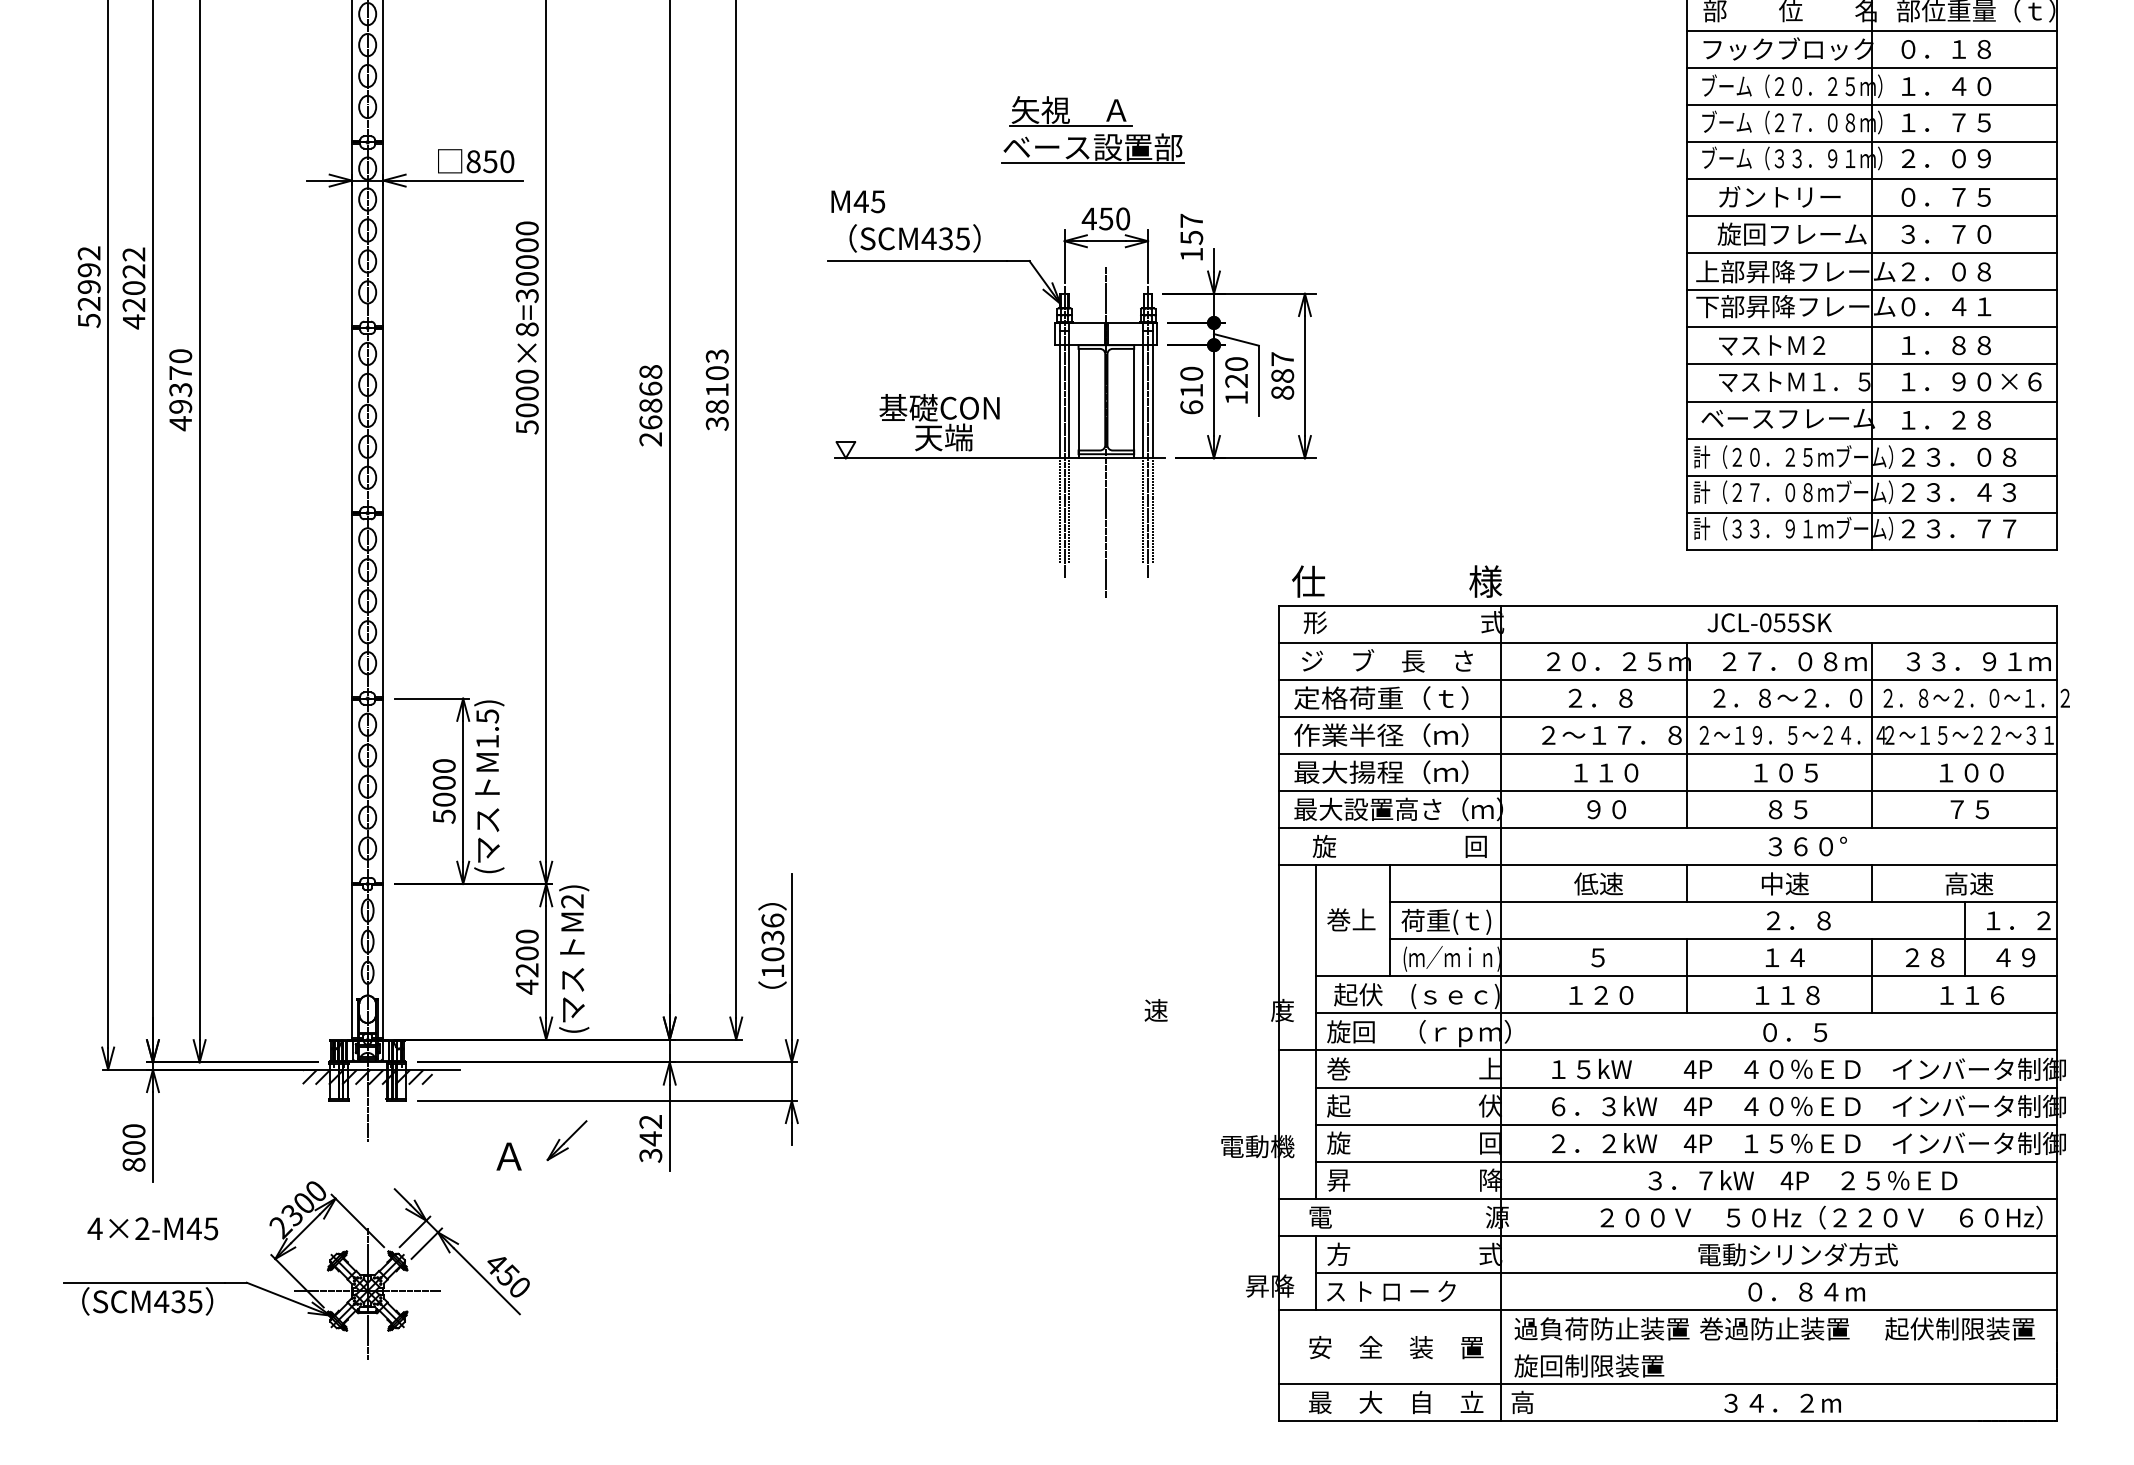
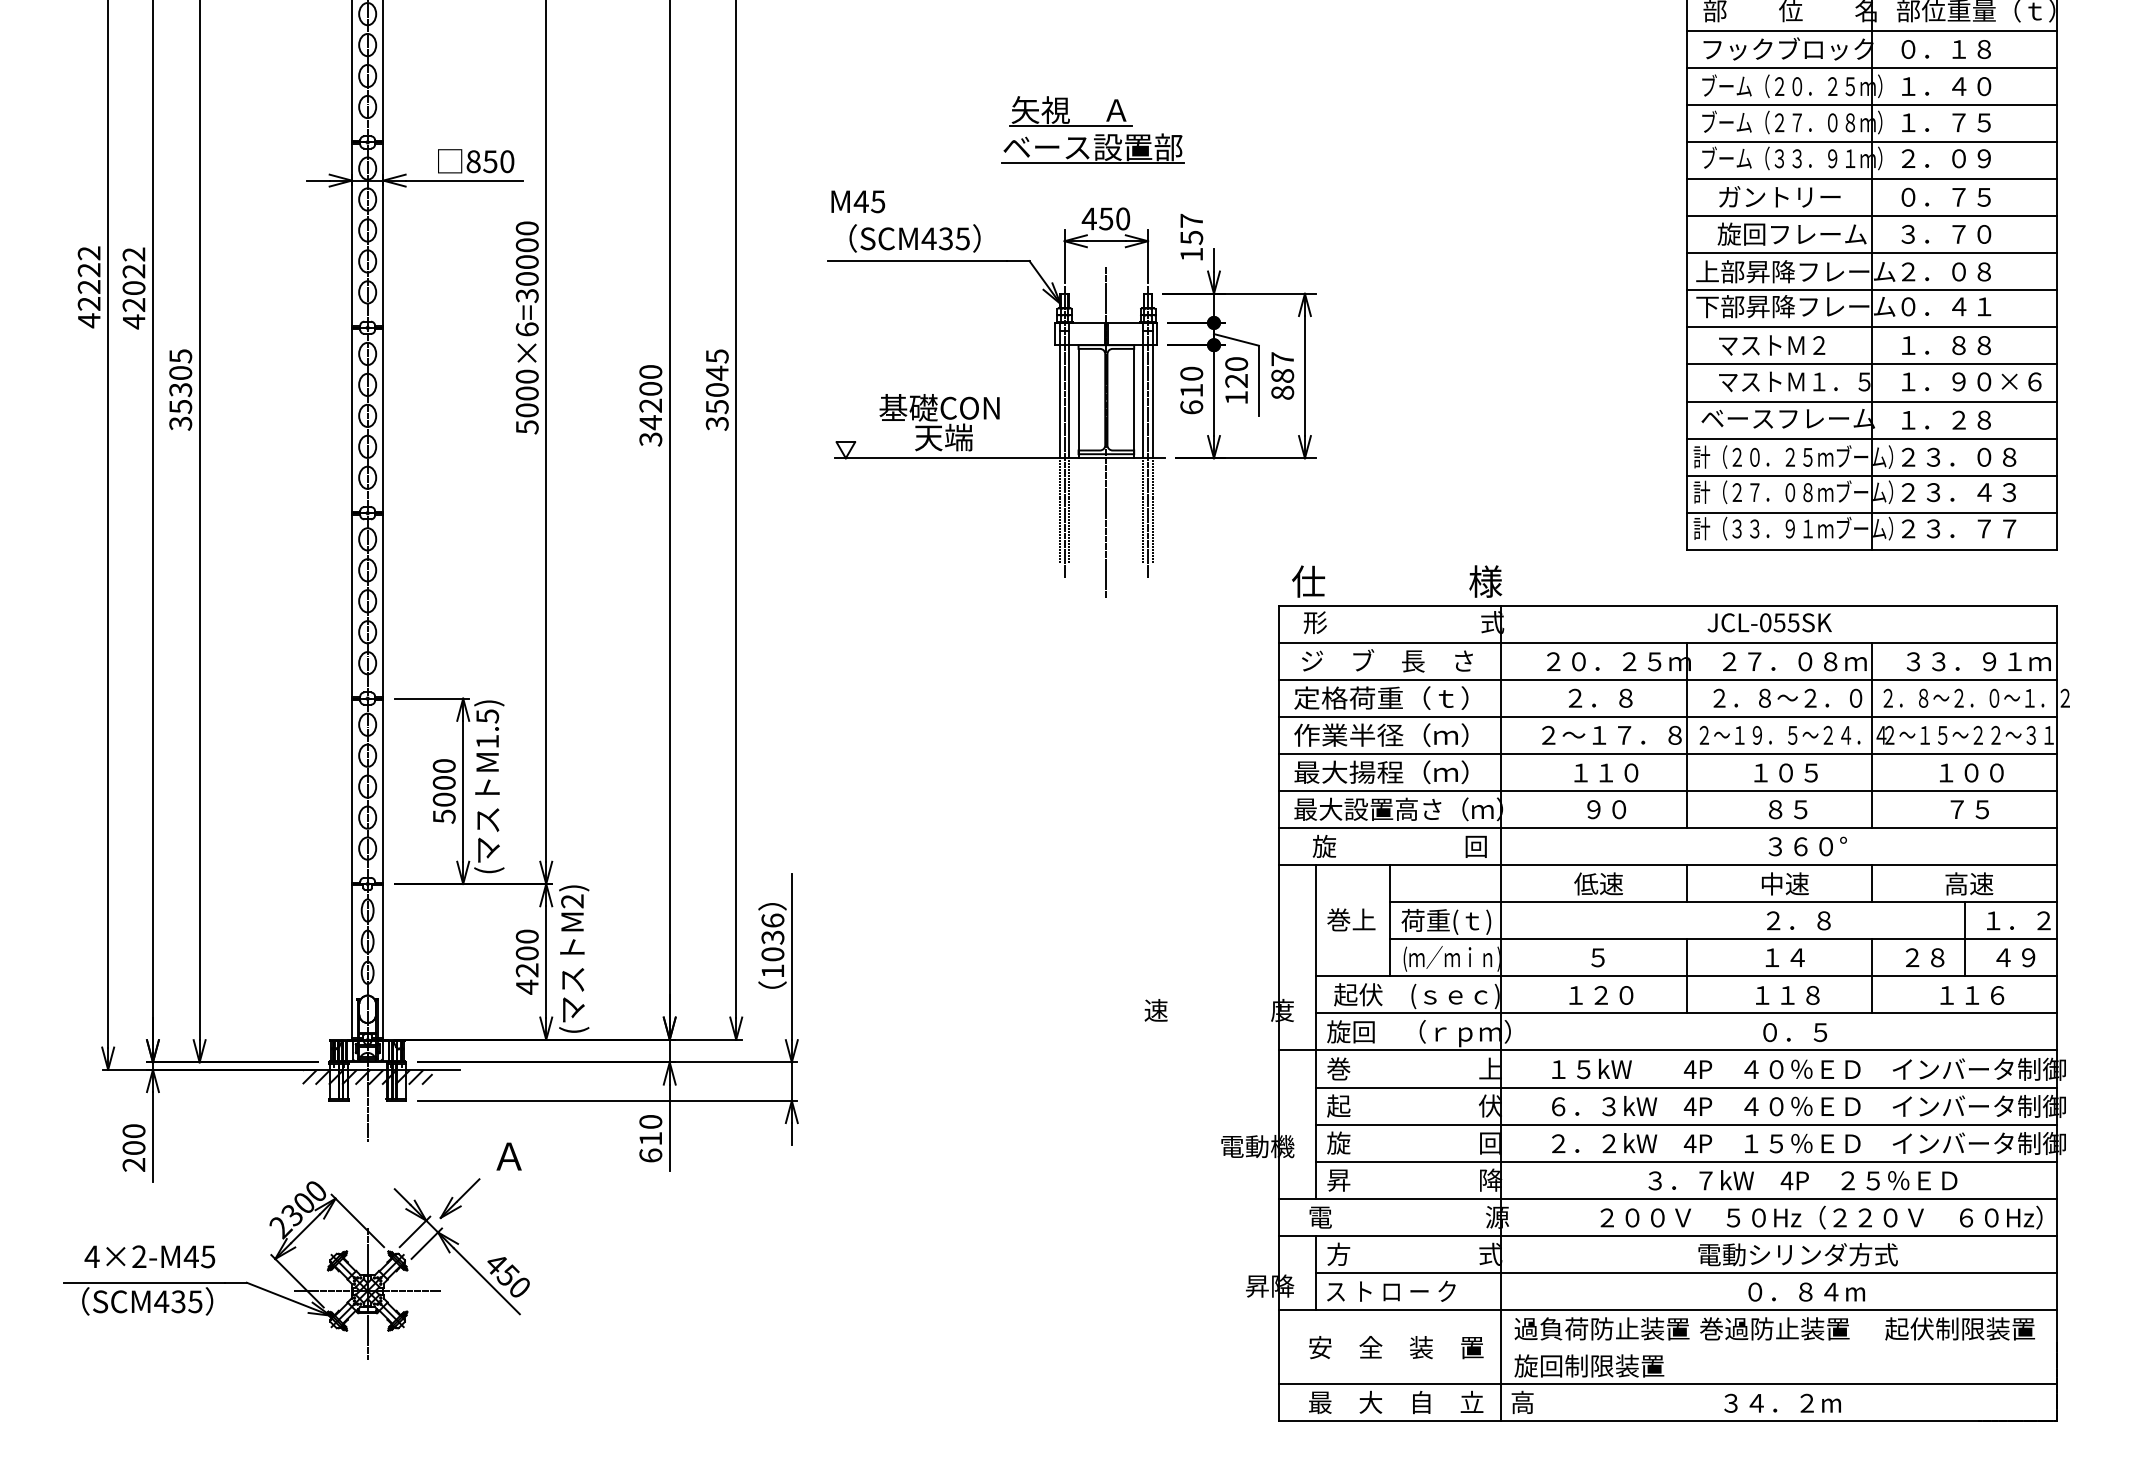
text at (89, 295): 52992 -> 42222
text at (526, 329): 5000×8=30000 -> 5000×6=30000
text at (716, 381): 38103 -> 35045
text at (180, 390): 49370 -> 35305
text at (650, 405): 26868 -> 34200
text at (650, 1138): 342 -> 610
part at (566, 1140) position: (566, 1140) -> (459, 1198)
text at (133, 1164): 800 -> 200
text at (152, 1228) position: (152, 1228) -> (149, 1256)
